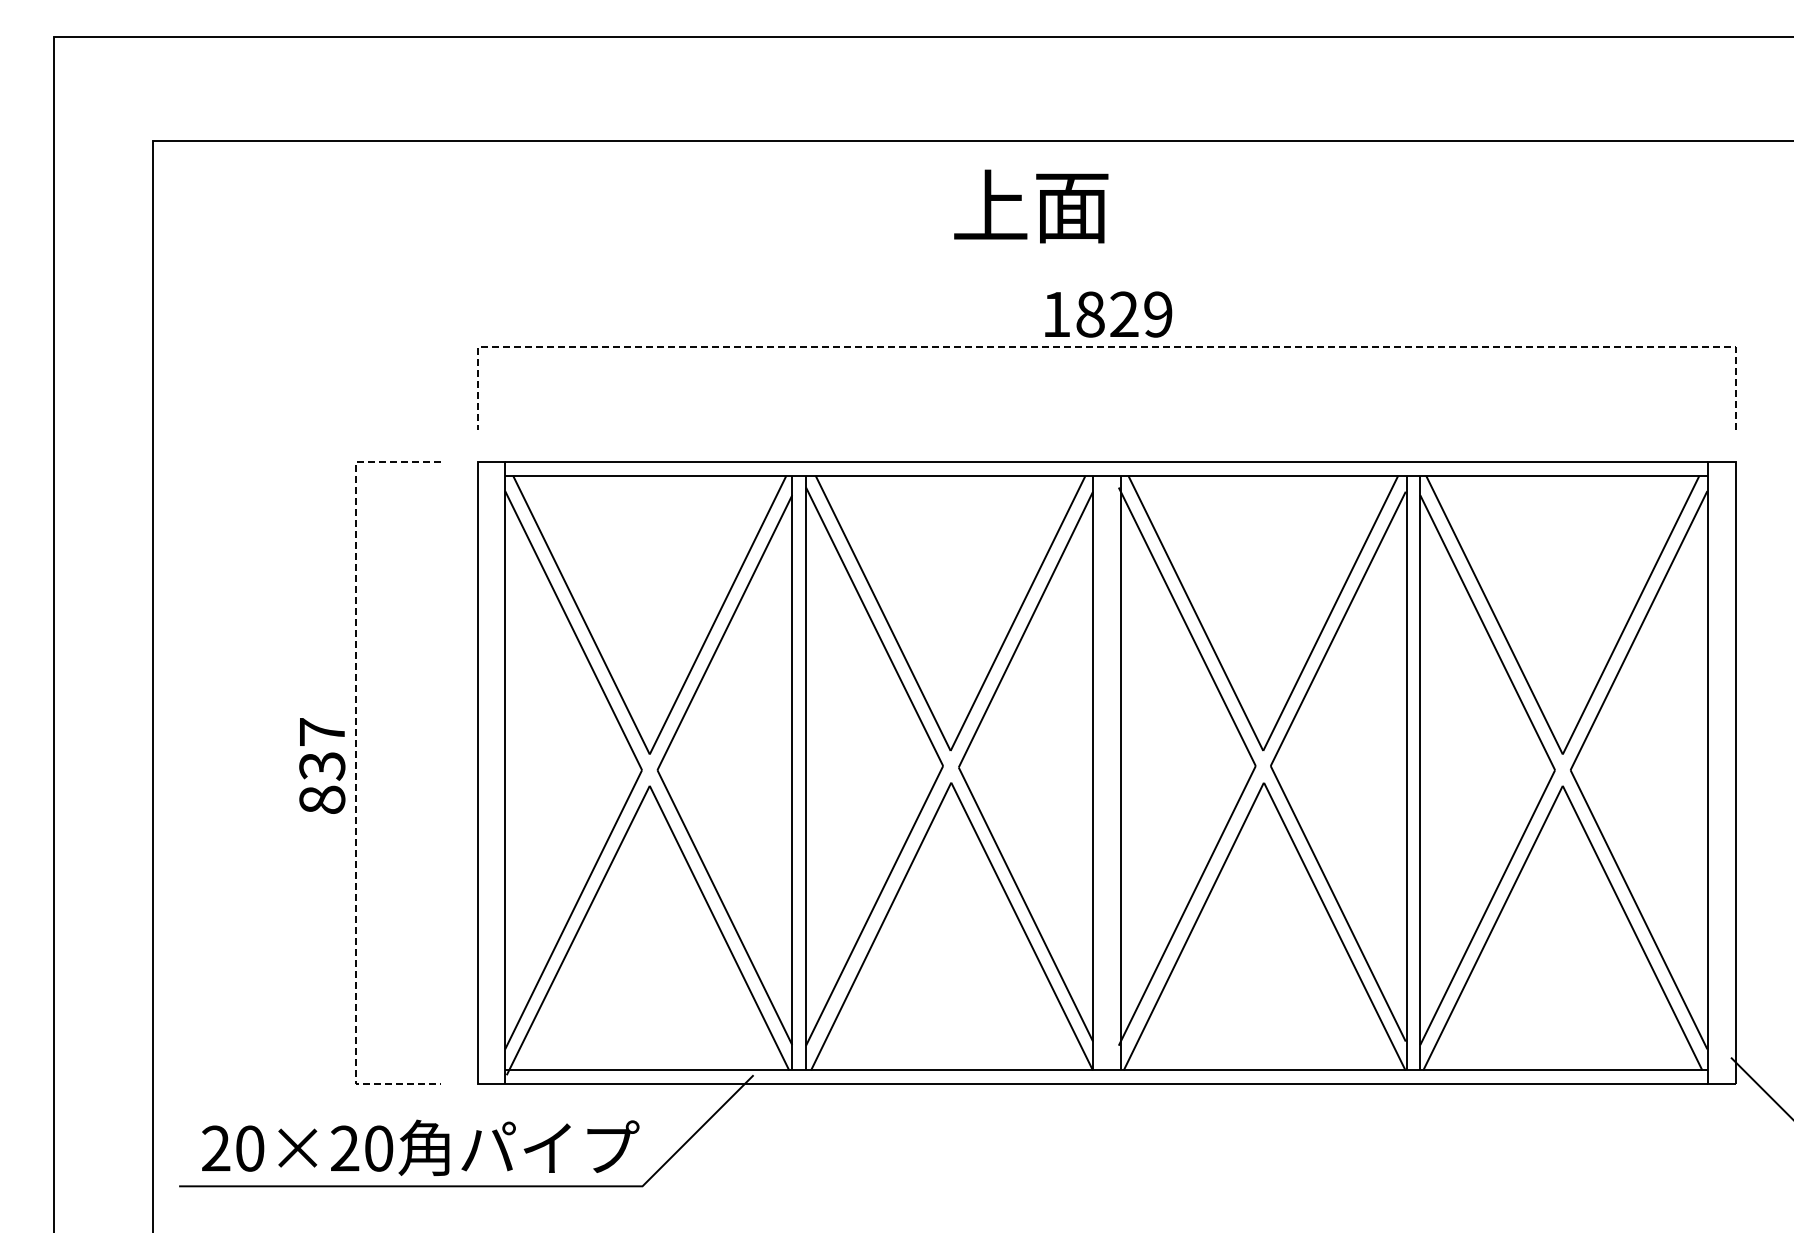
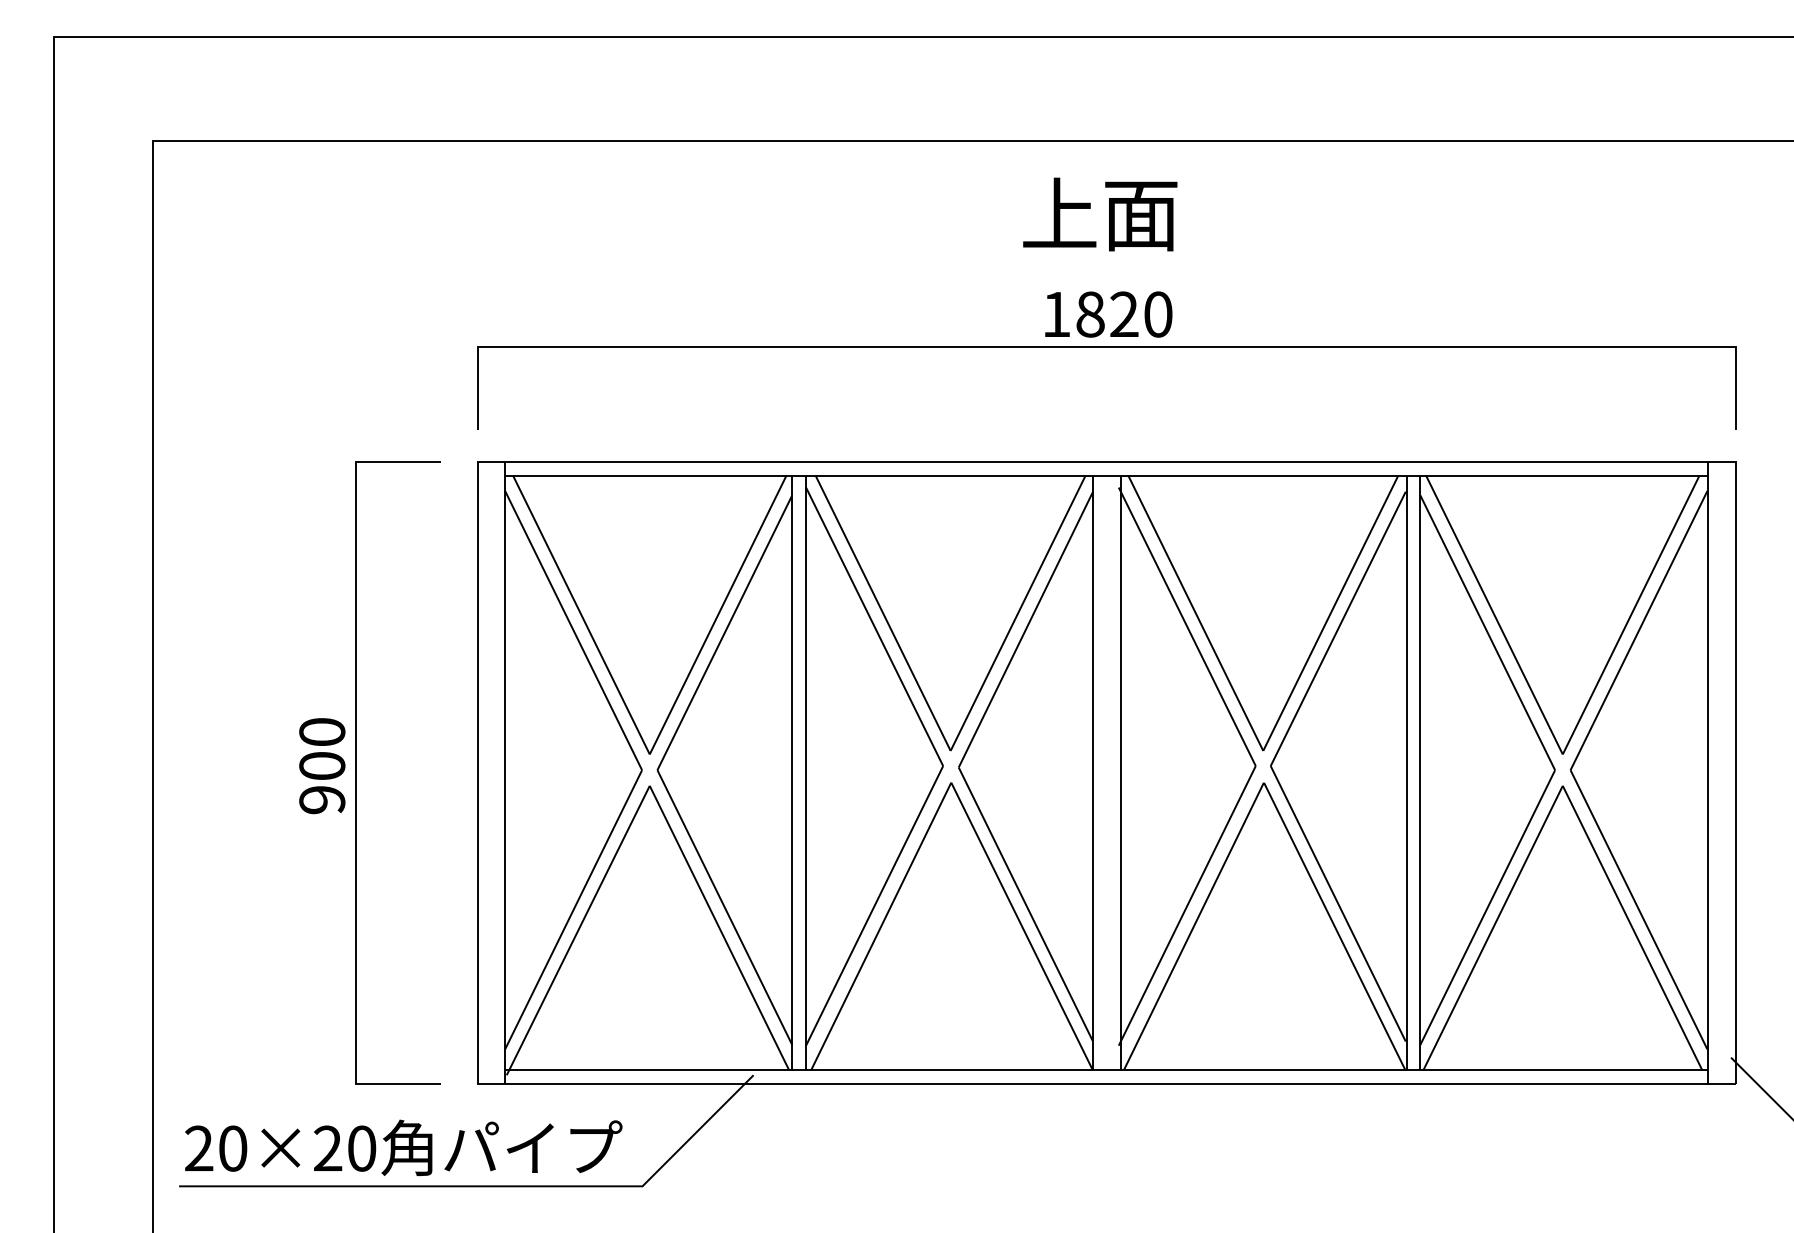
text at (1031, 206) position: (1031, 206) -> (1100, 214)
text at (1158, 314): 1829 -> 1820
line at (1106, 347): dashed -> solid
text at (322, 766): 837 -> 900
line at (355, 773): dashed -> solid
text at (420, 1147) position: (420, 1147) -> (403, 1147)
